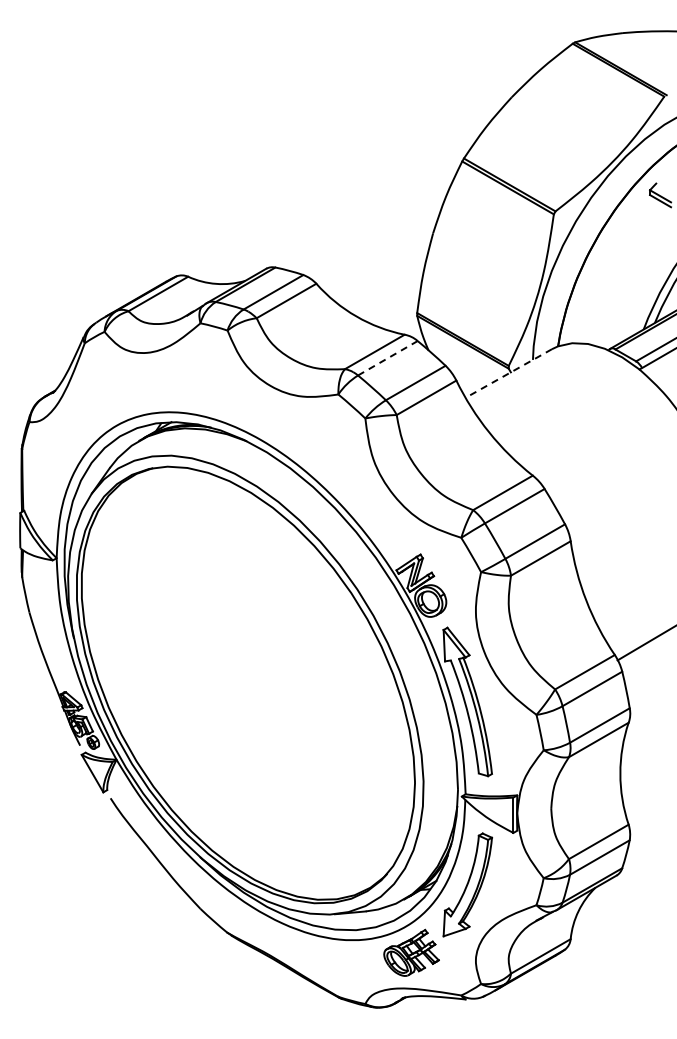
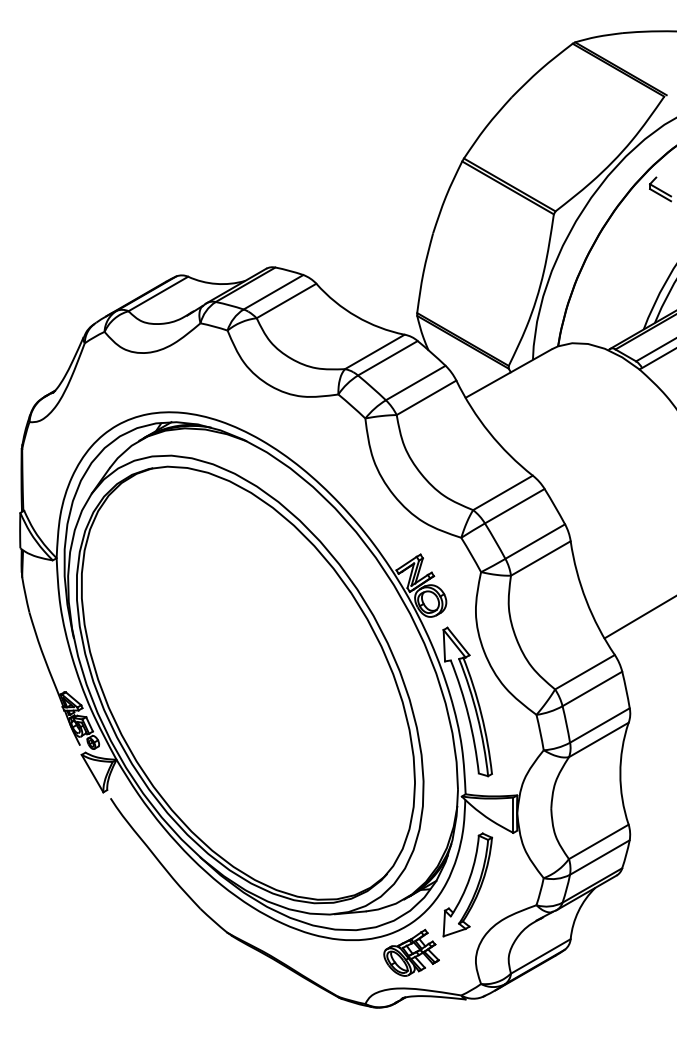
part at (660, 195) position: (660, 195) -> (660, 189)
line at (388, 358): dashed -> solid
line at (508, 373): dashed -> solid
line at (645, 643) position: (645, 643) -> (638, 617)
